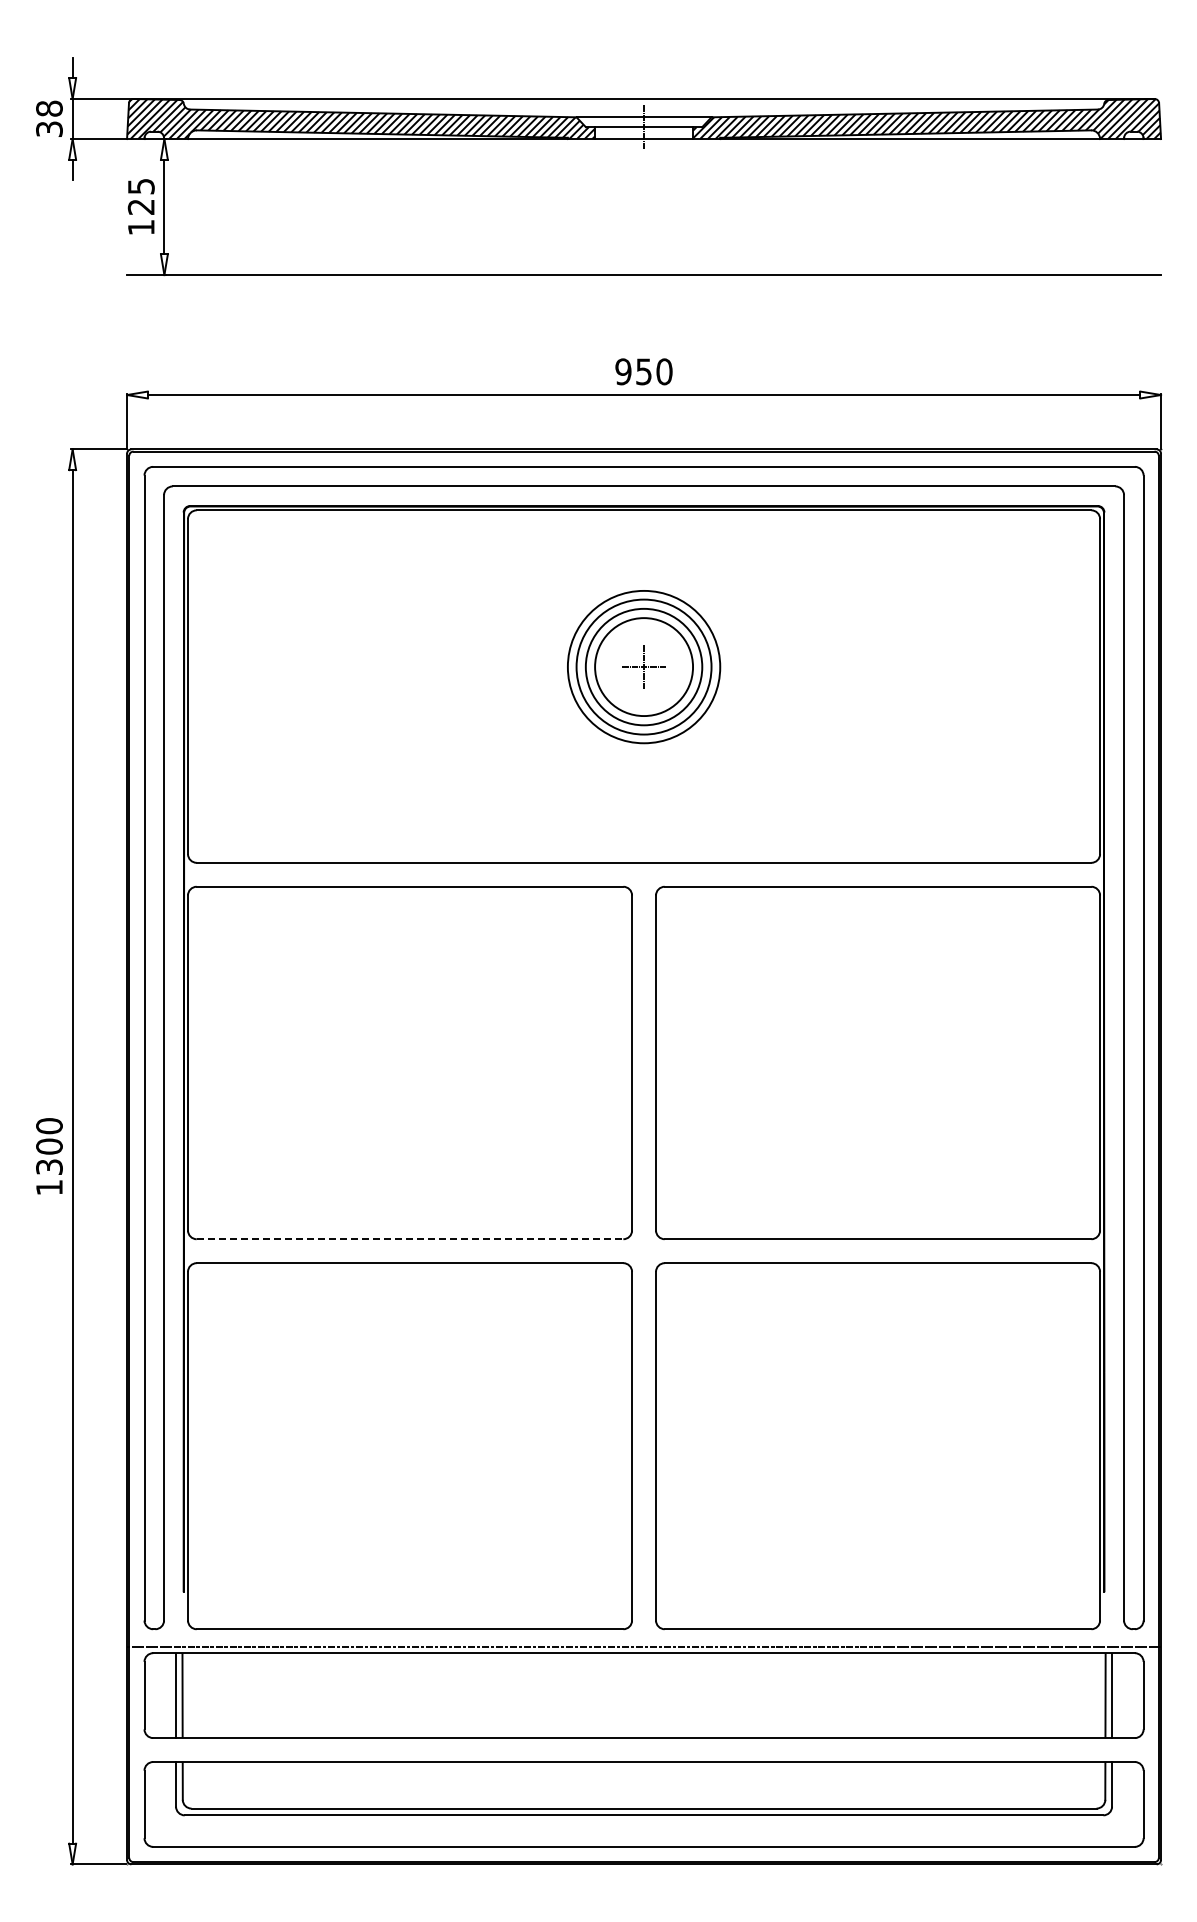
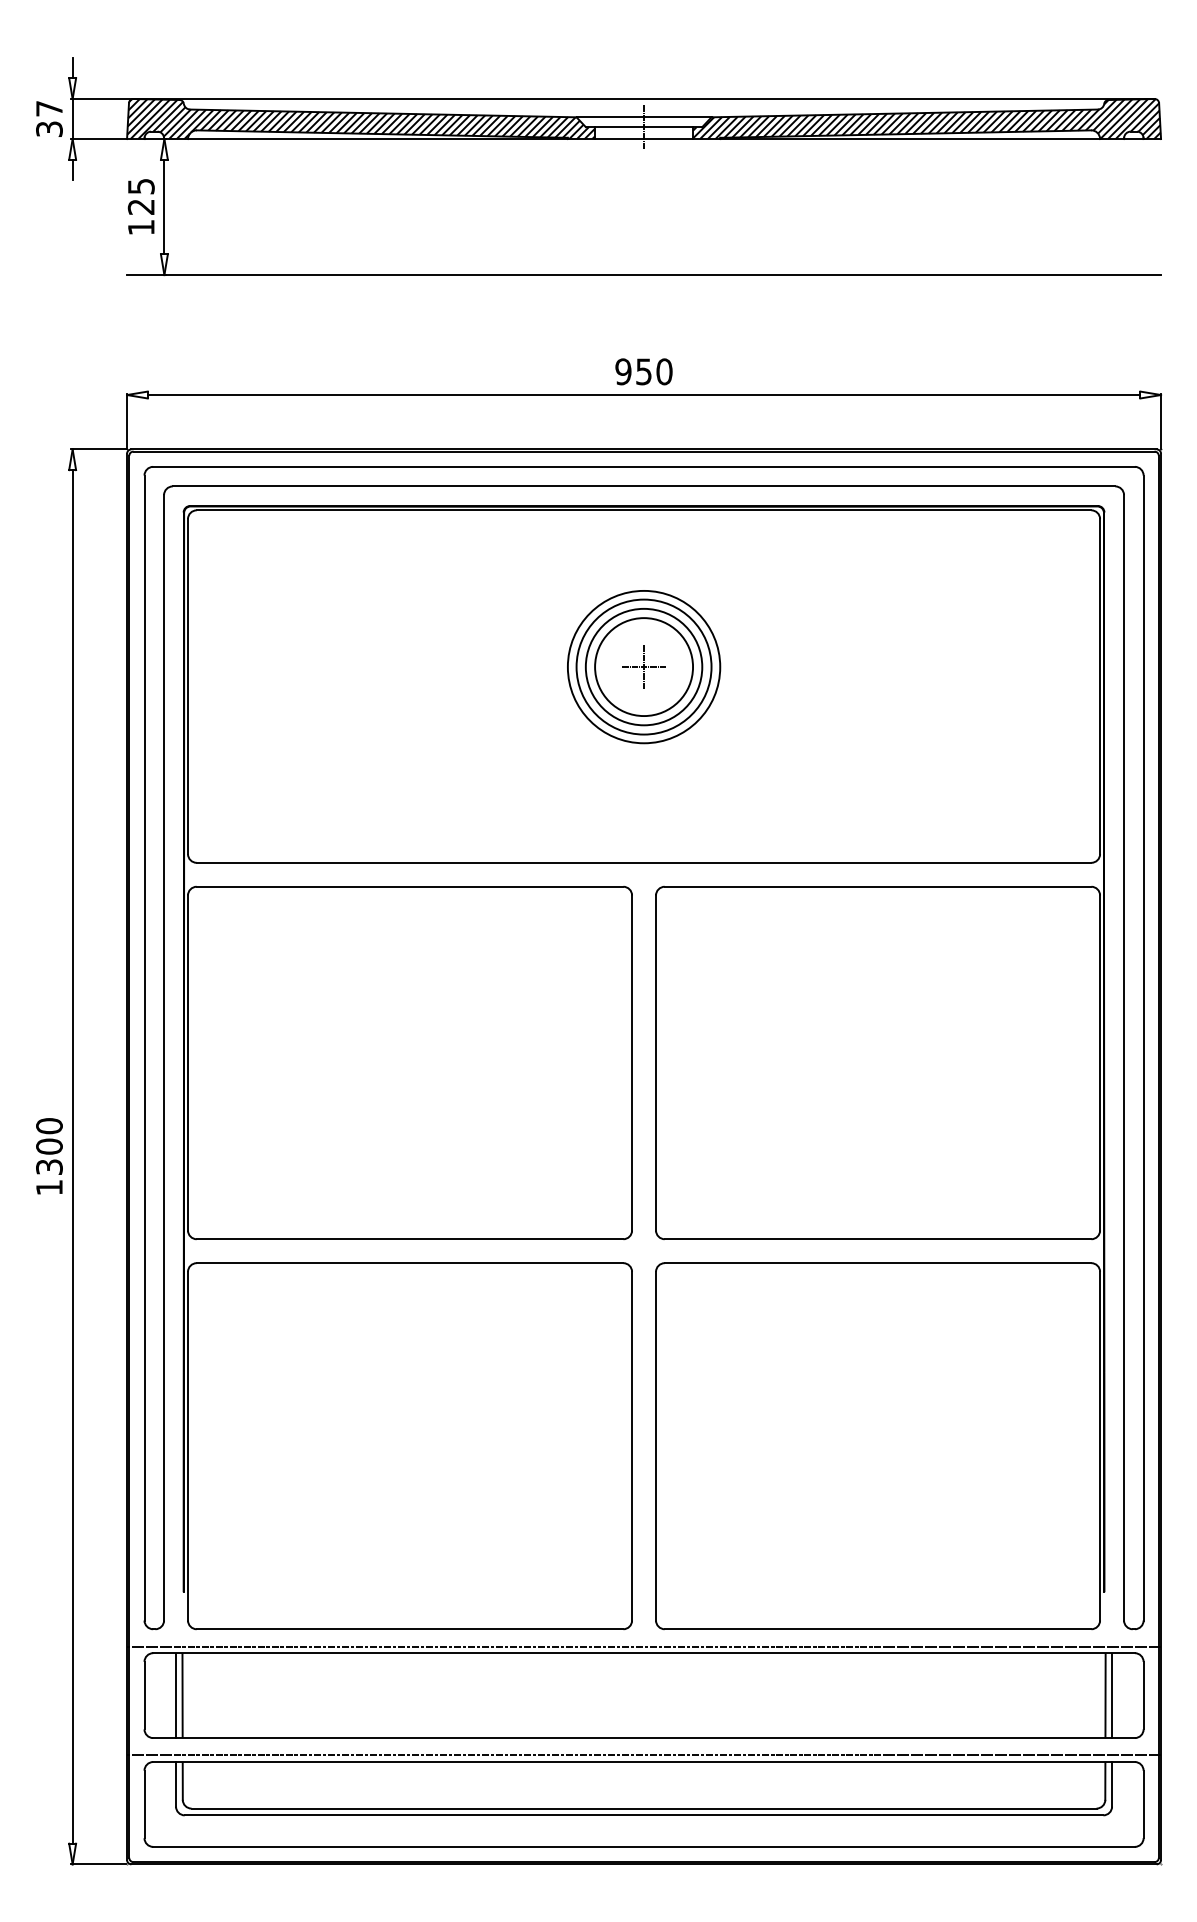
text at (49, 108): 38 -> 37
line at (410, 1239): dashed -> solid
line at (644, 1755): none -> present
